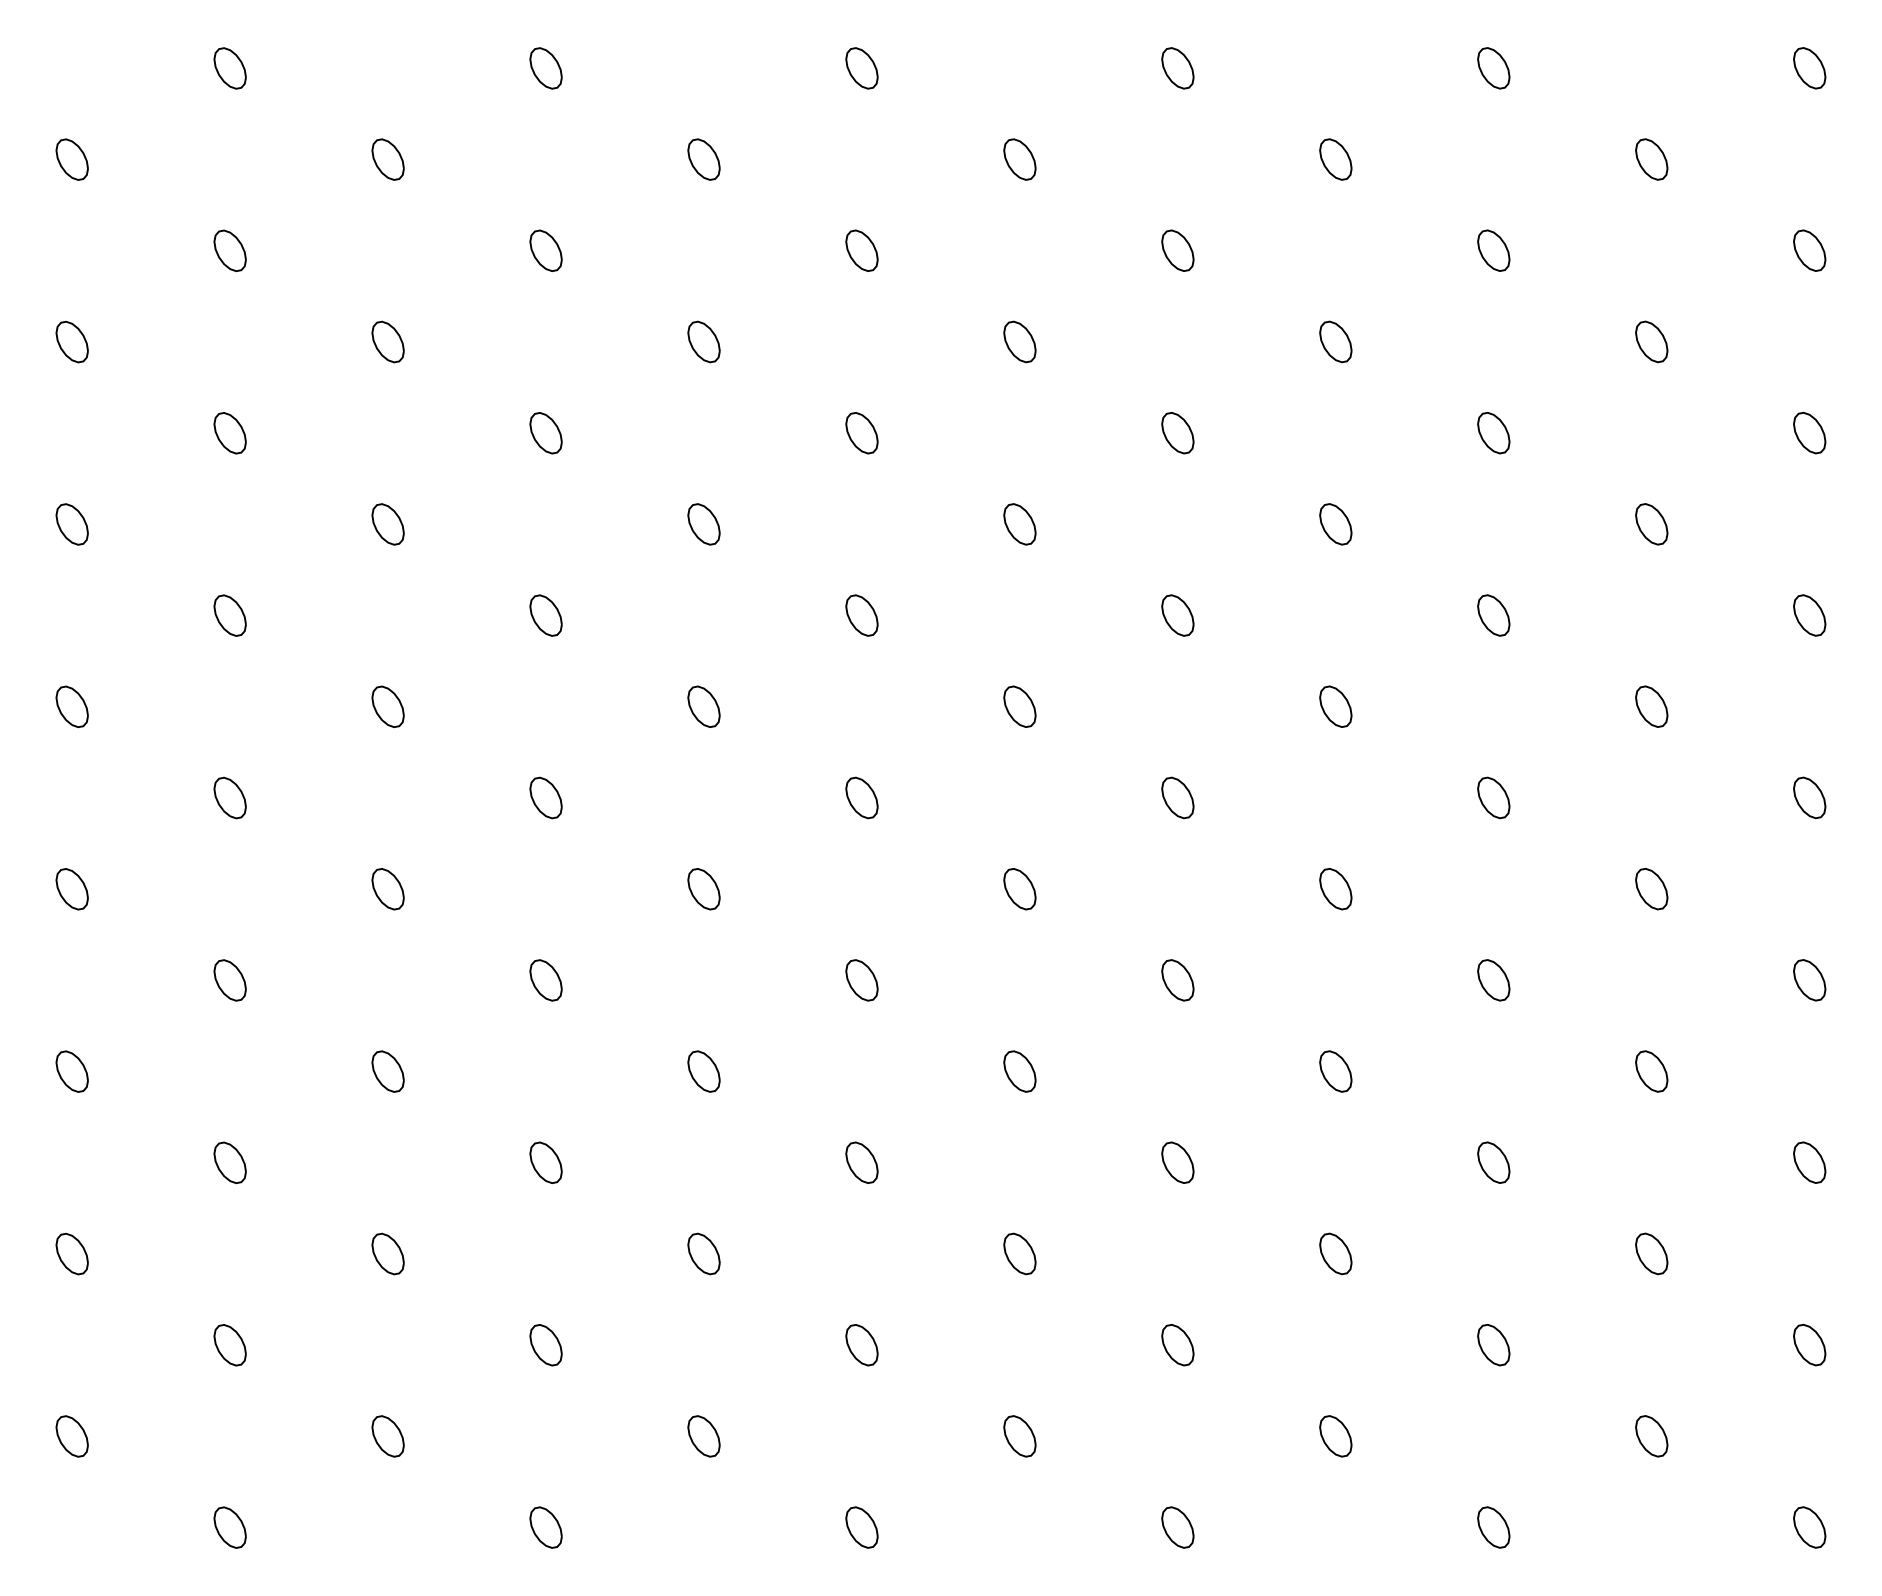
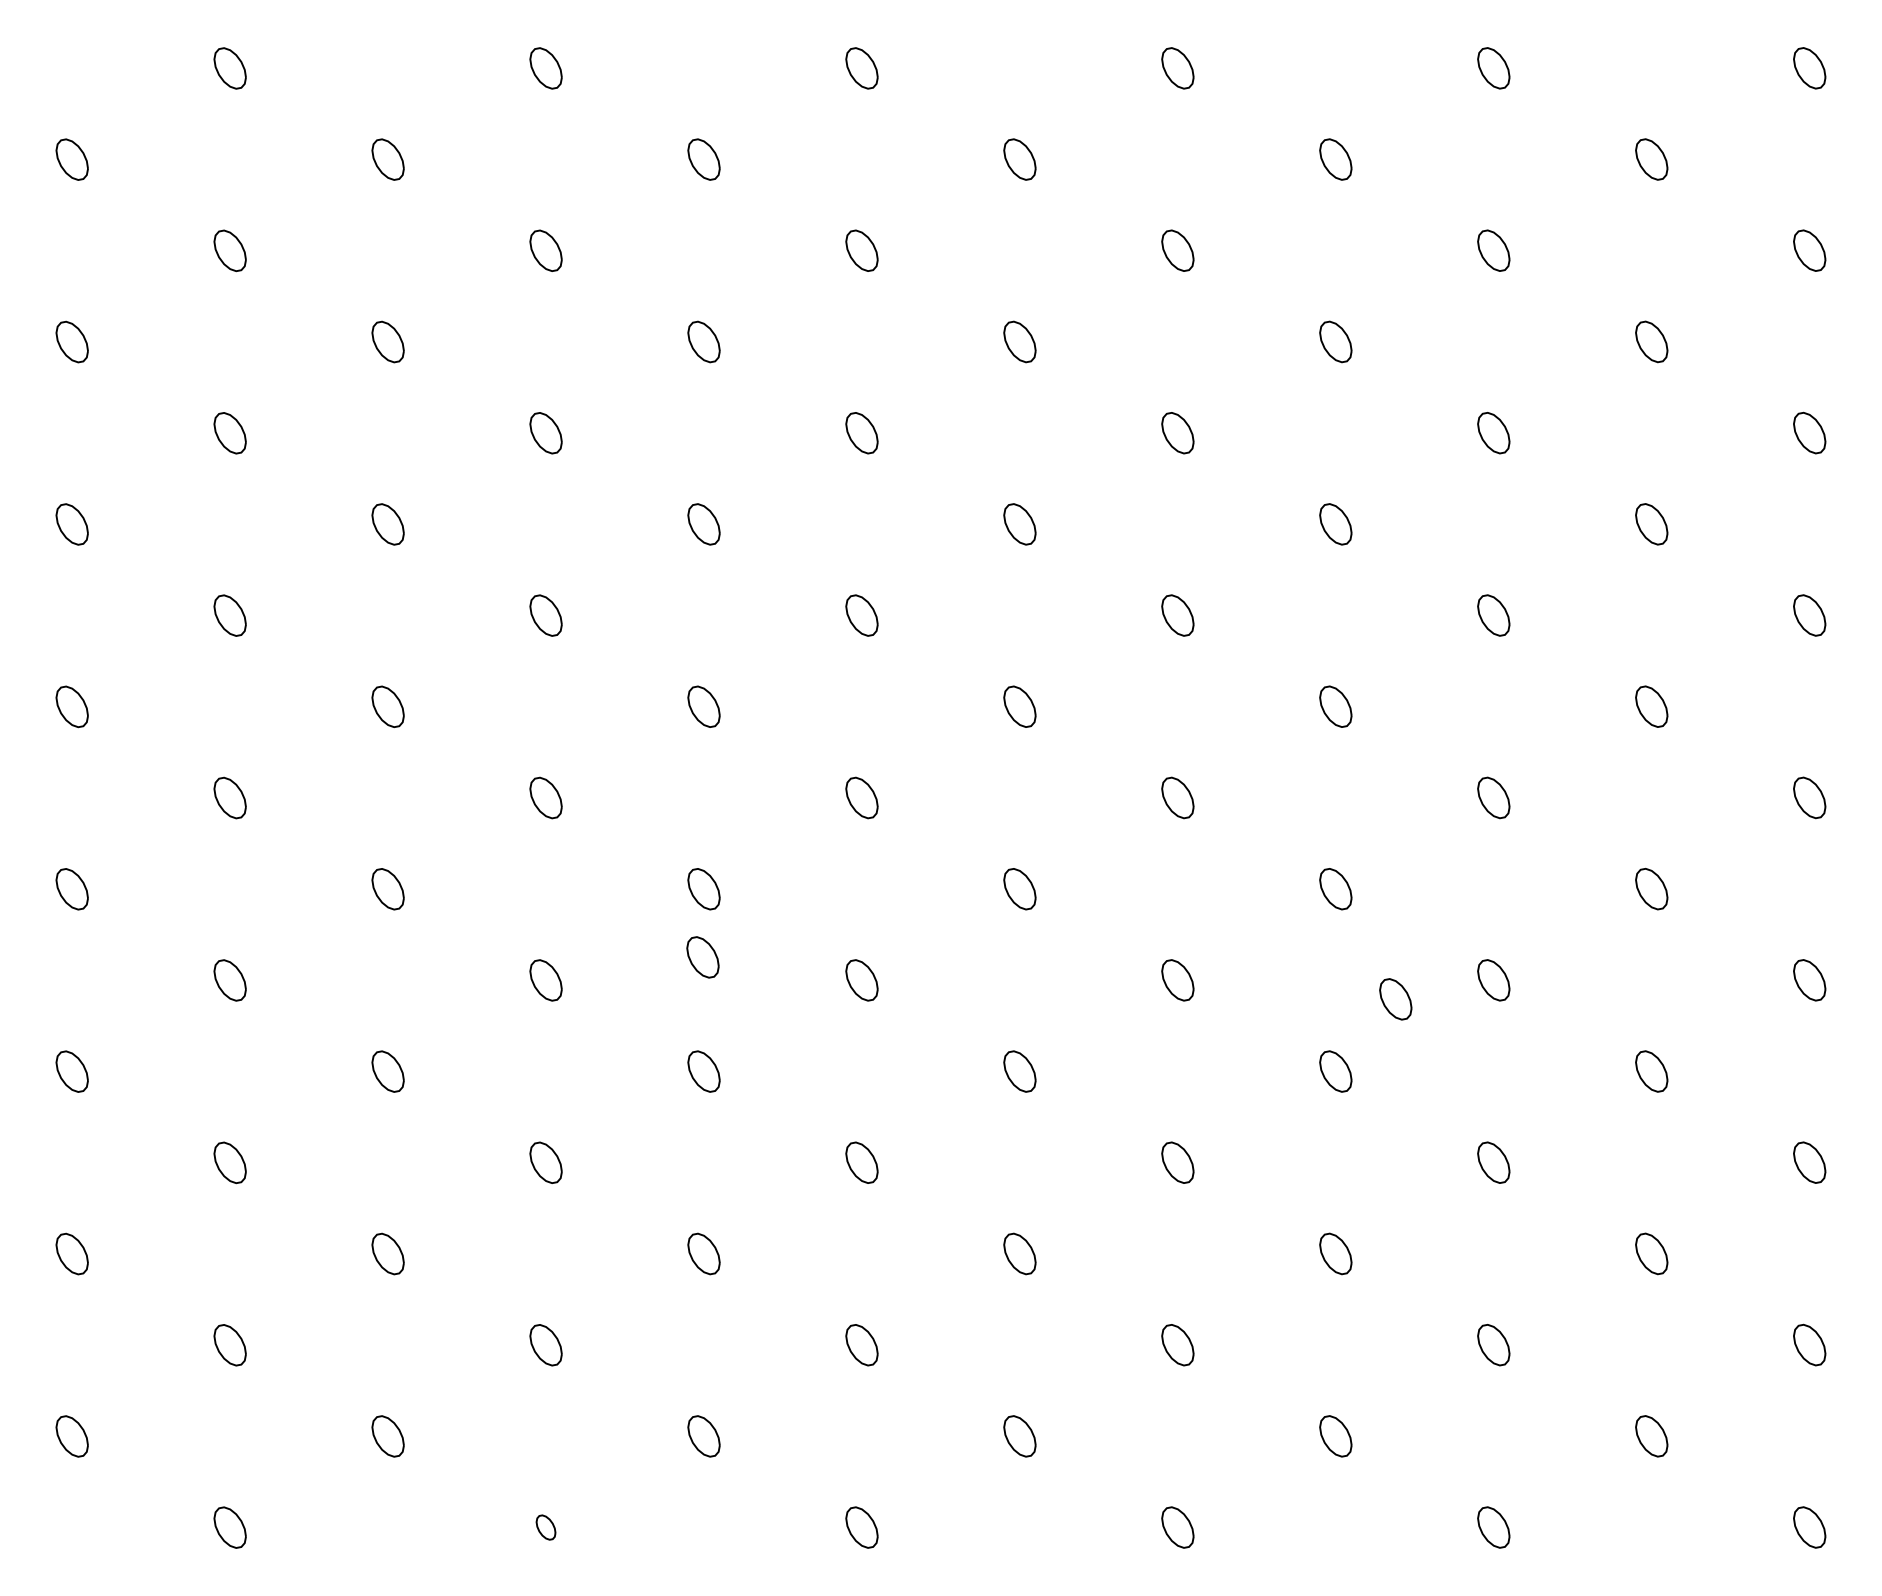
part at (702, 957): none -> present
part at (1395, 999): none -> present
part at (545, 1527) size: 34x43 px -> 22x27 px
